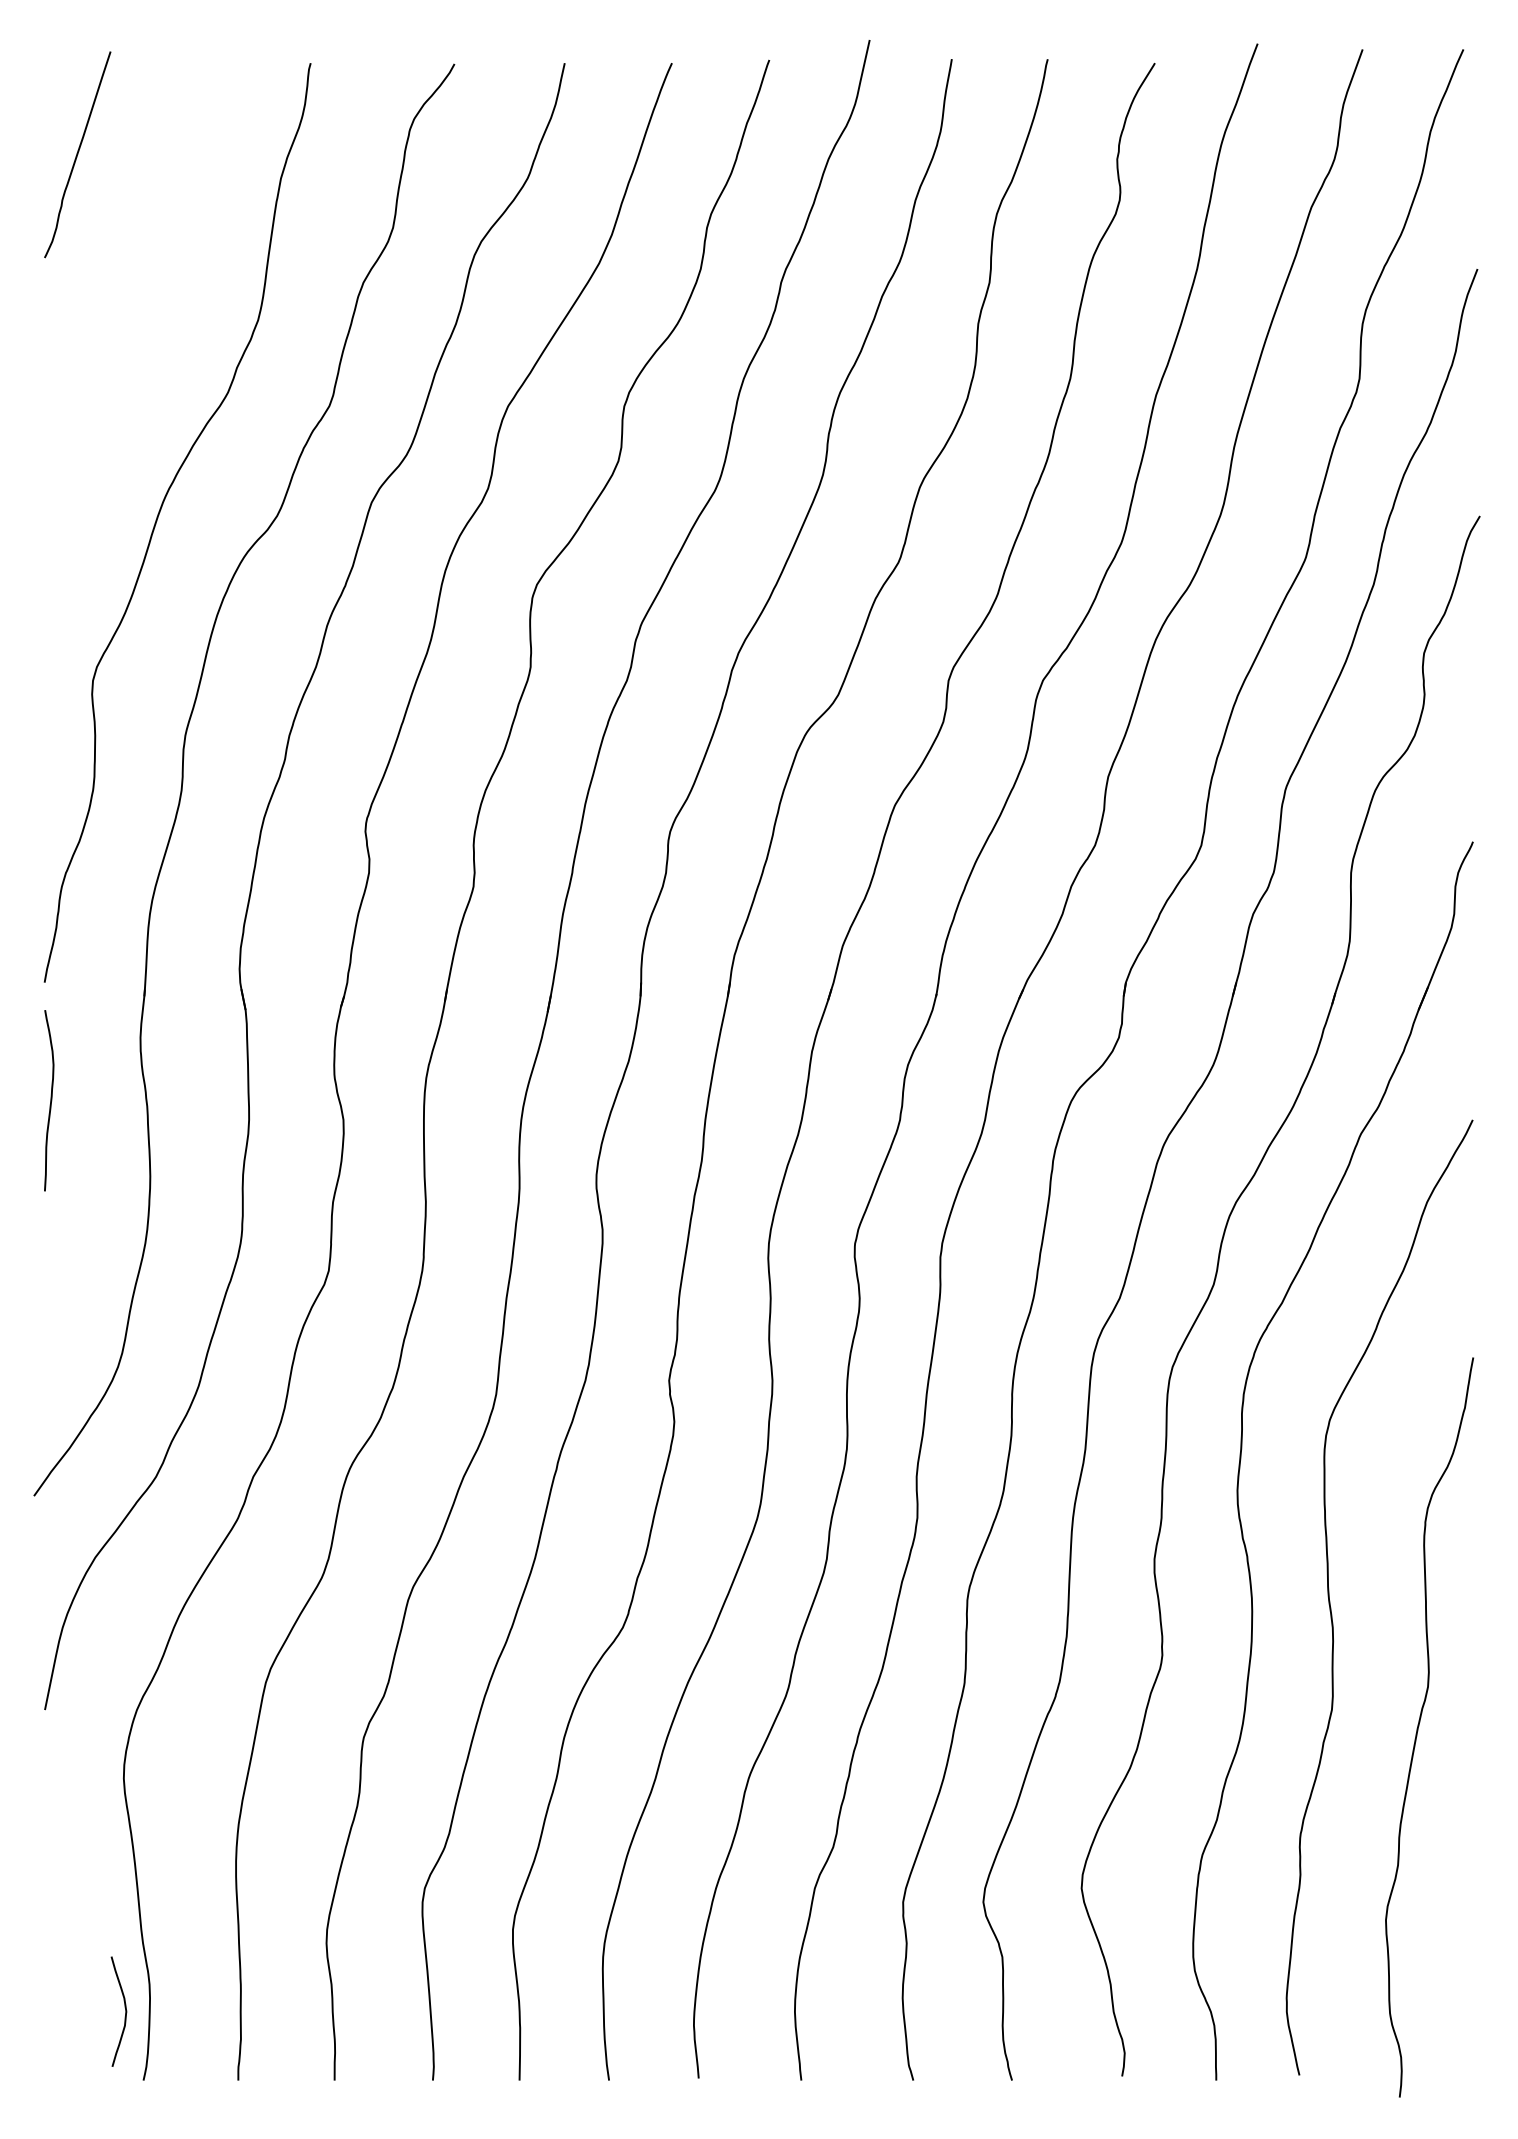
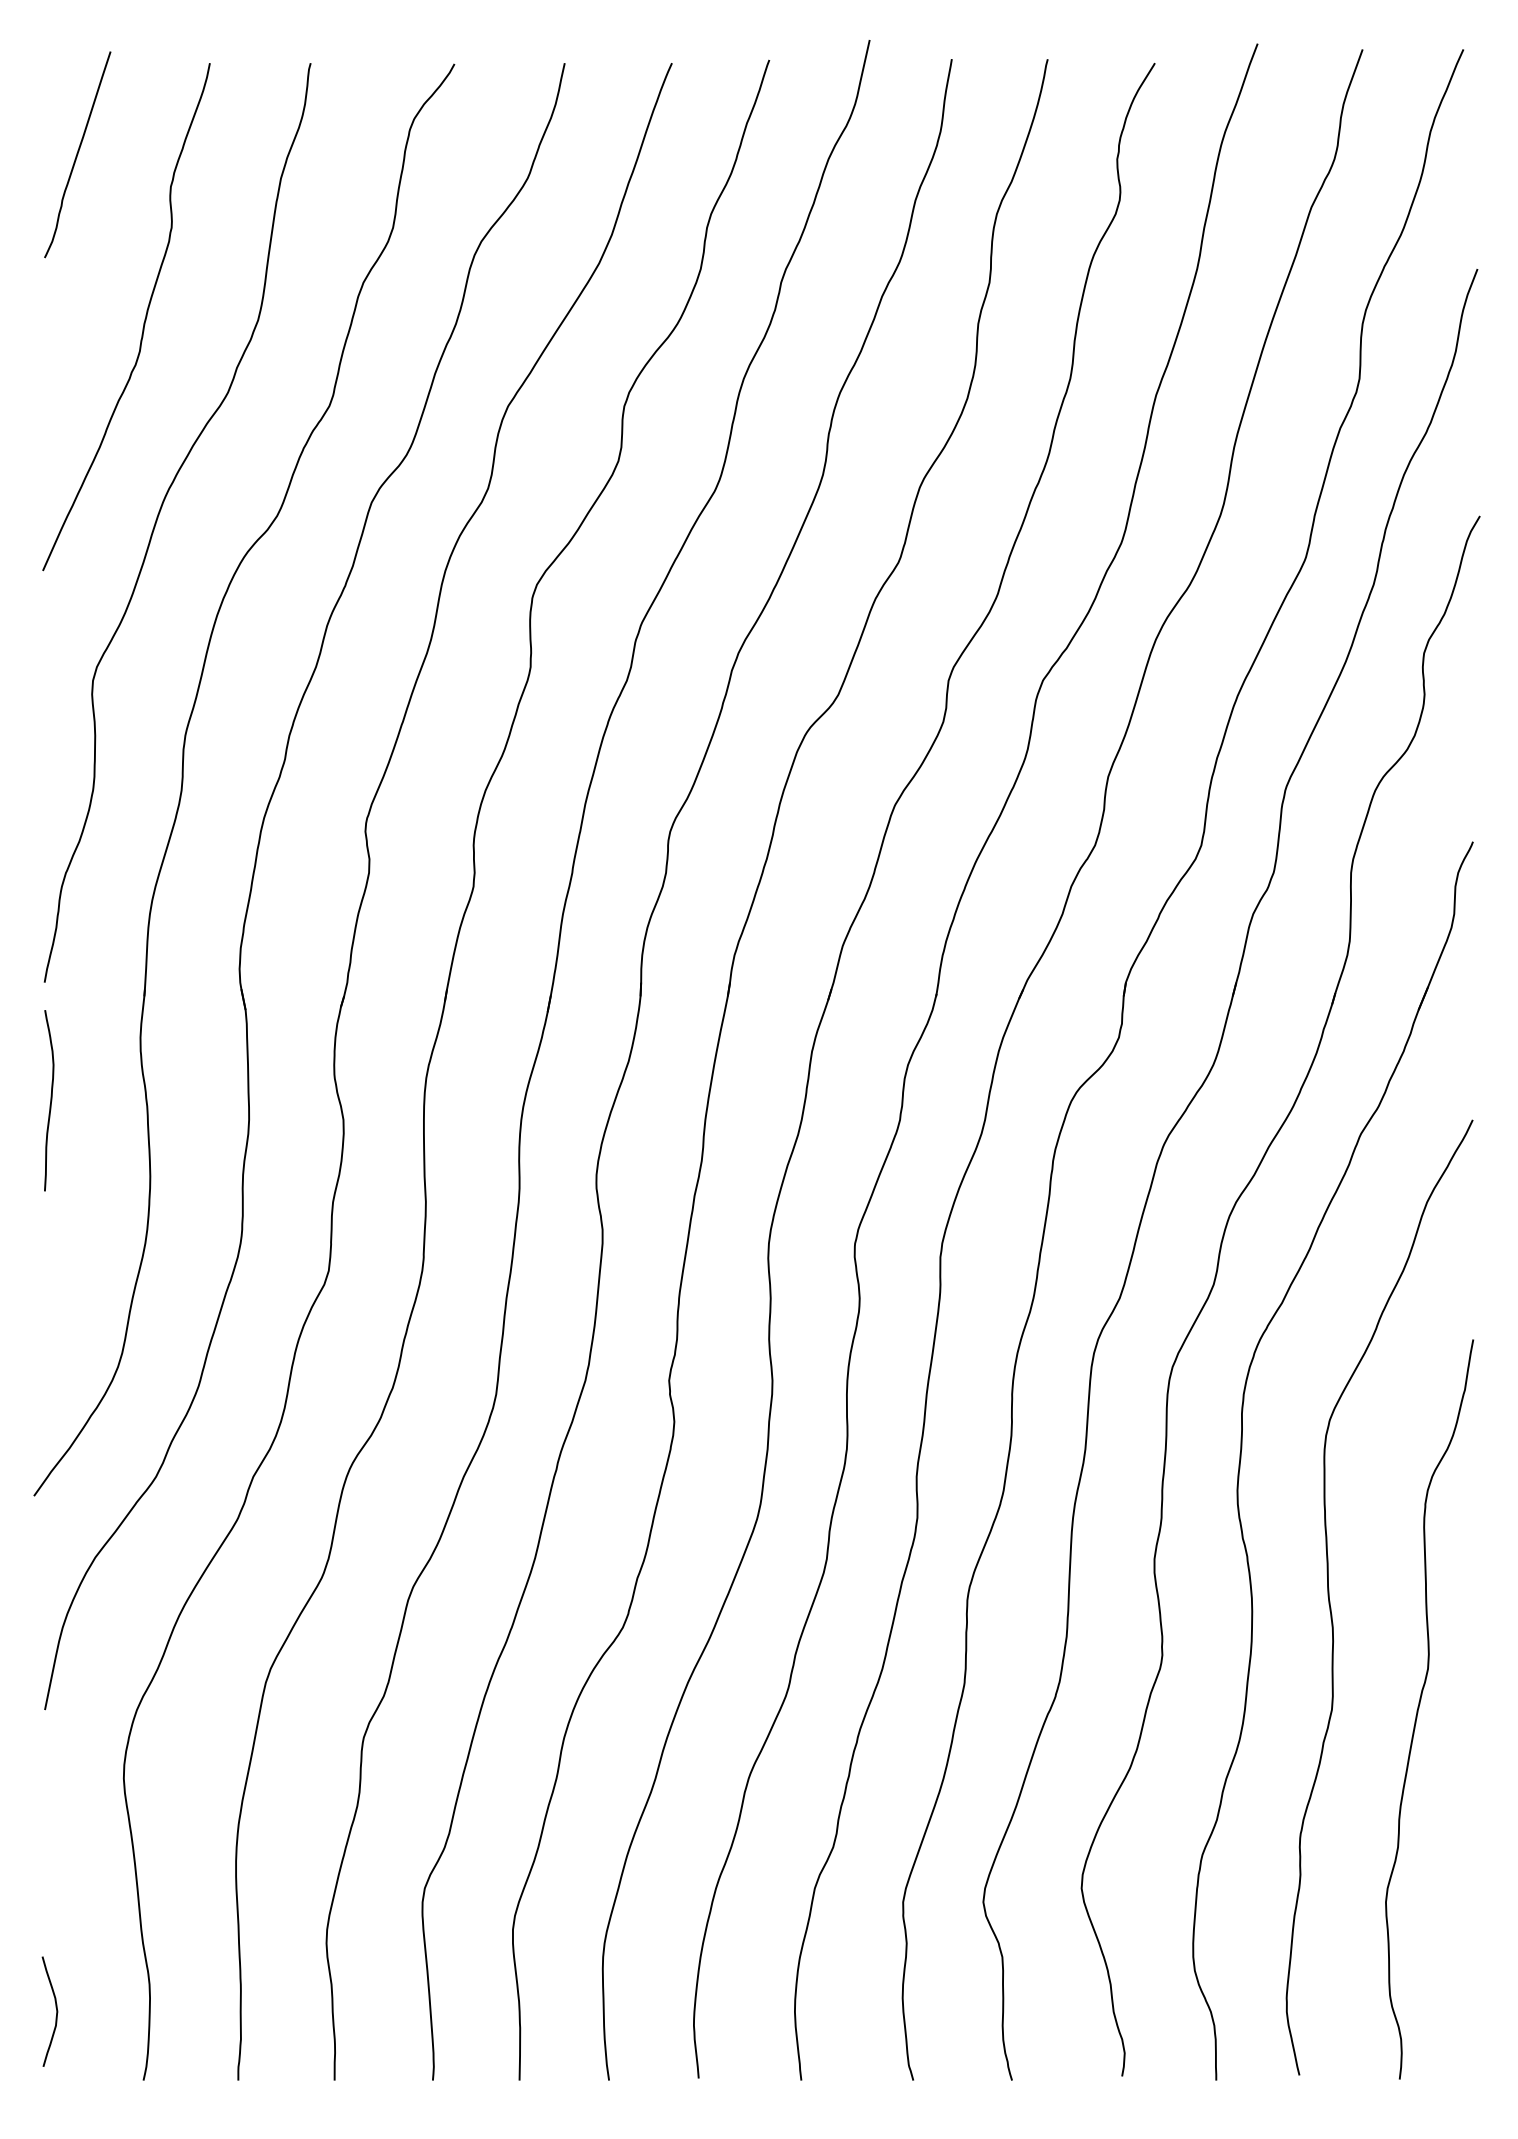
curve at (143, 322): none -> present
curve at (1419, 1726) position: (1419, 1726) -> (1419, 1708)
curve at (125, 2011) position: (125, 2011) -> (56, 2011)
